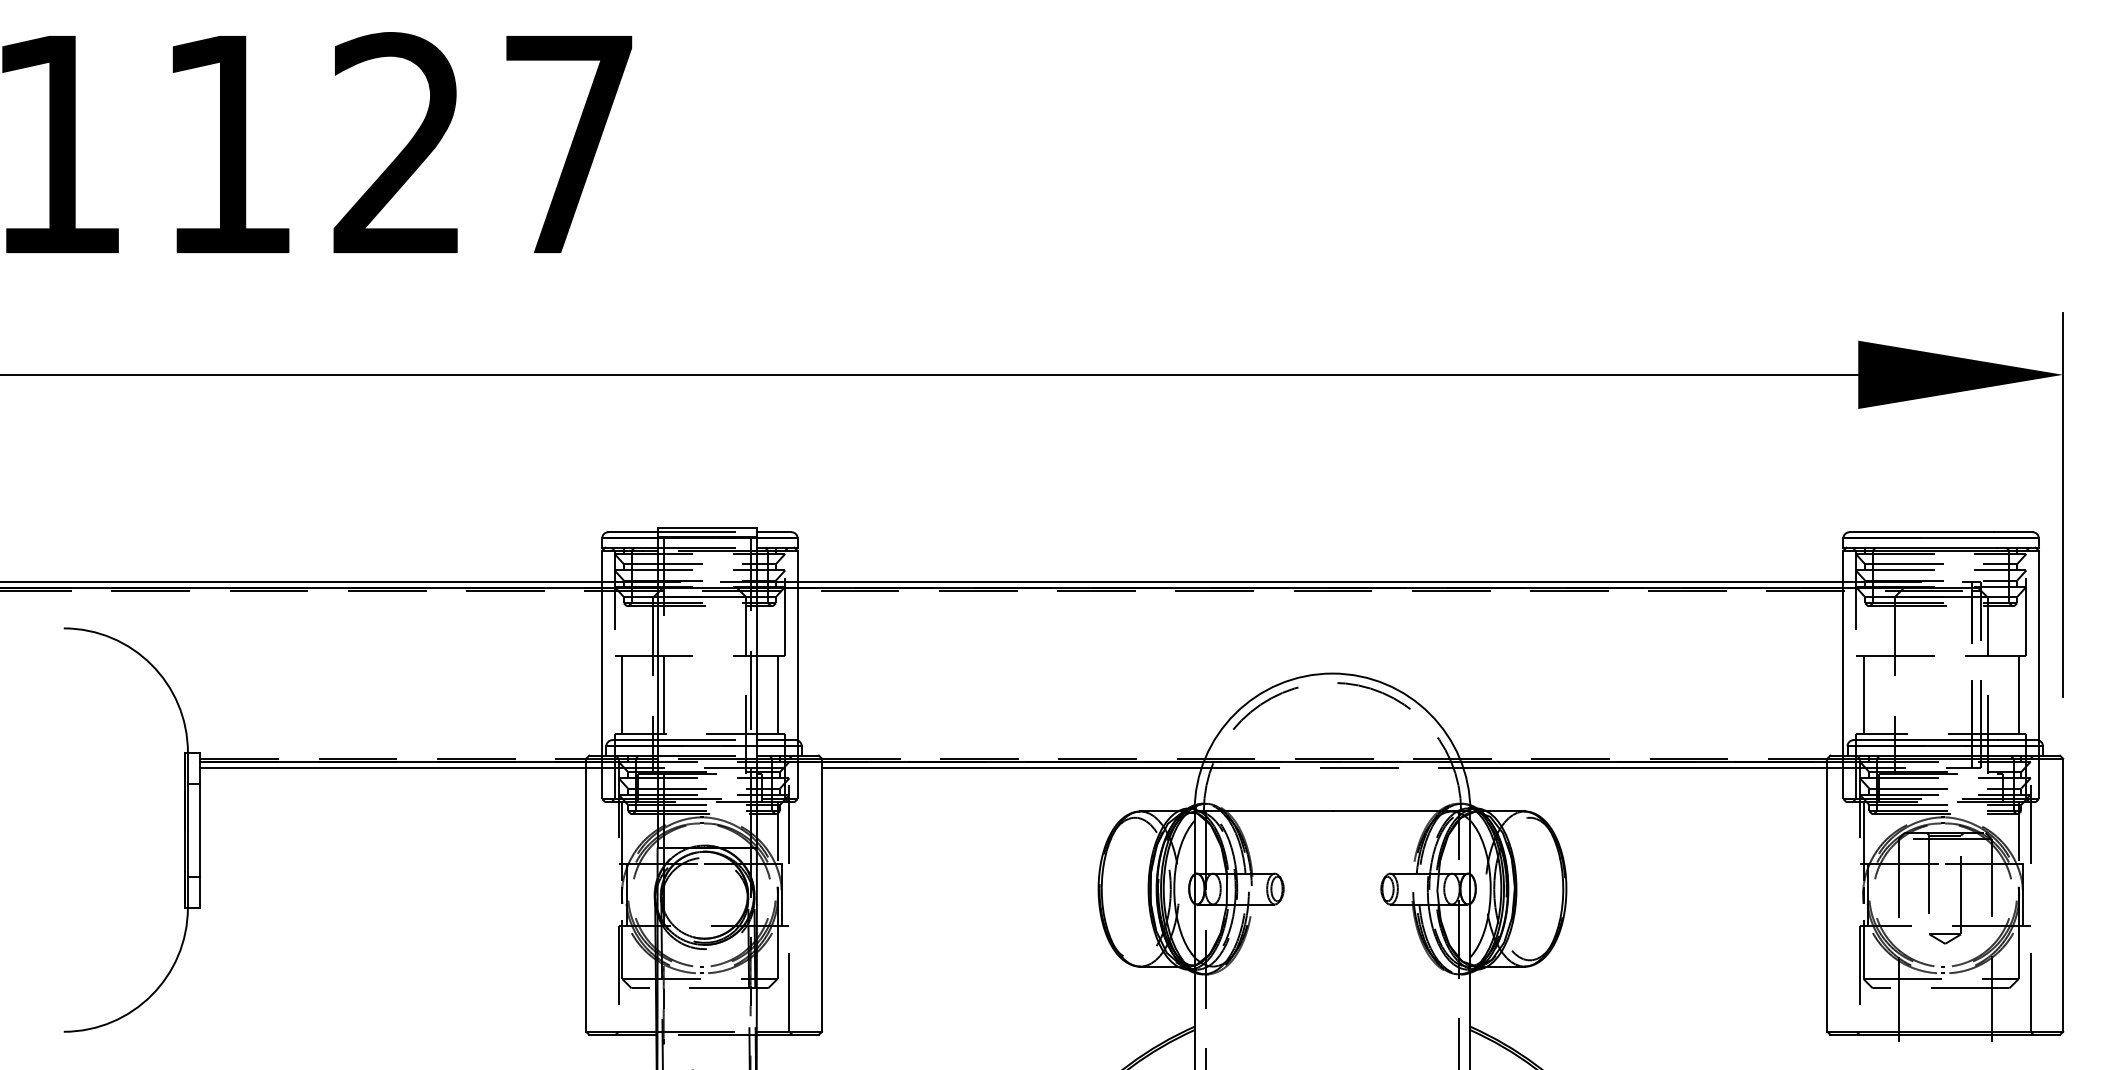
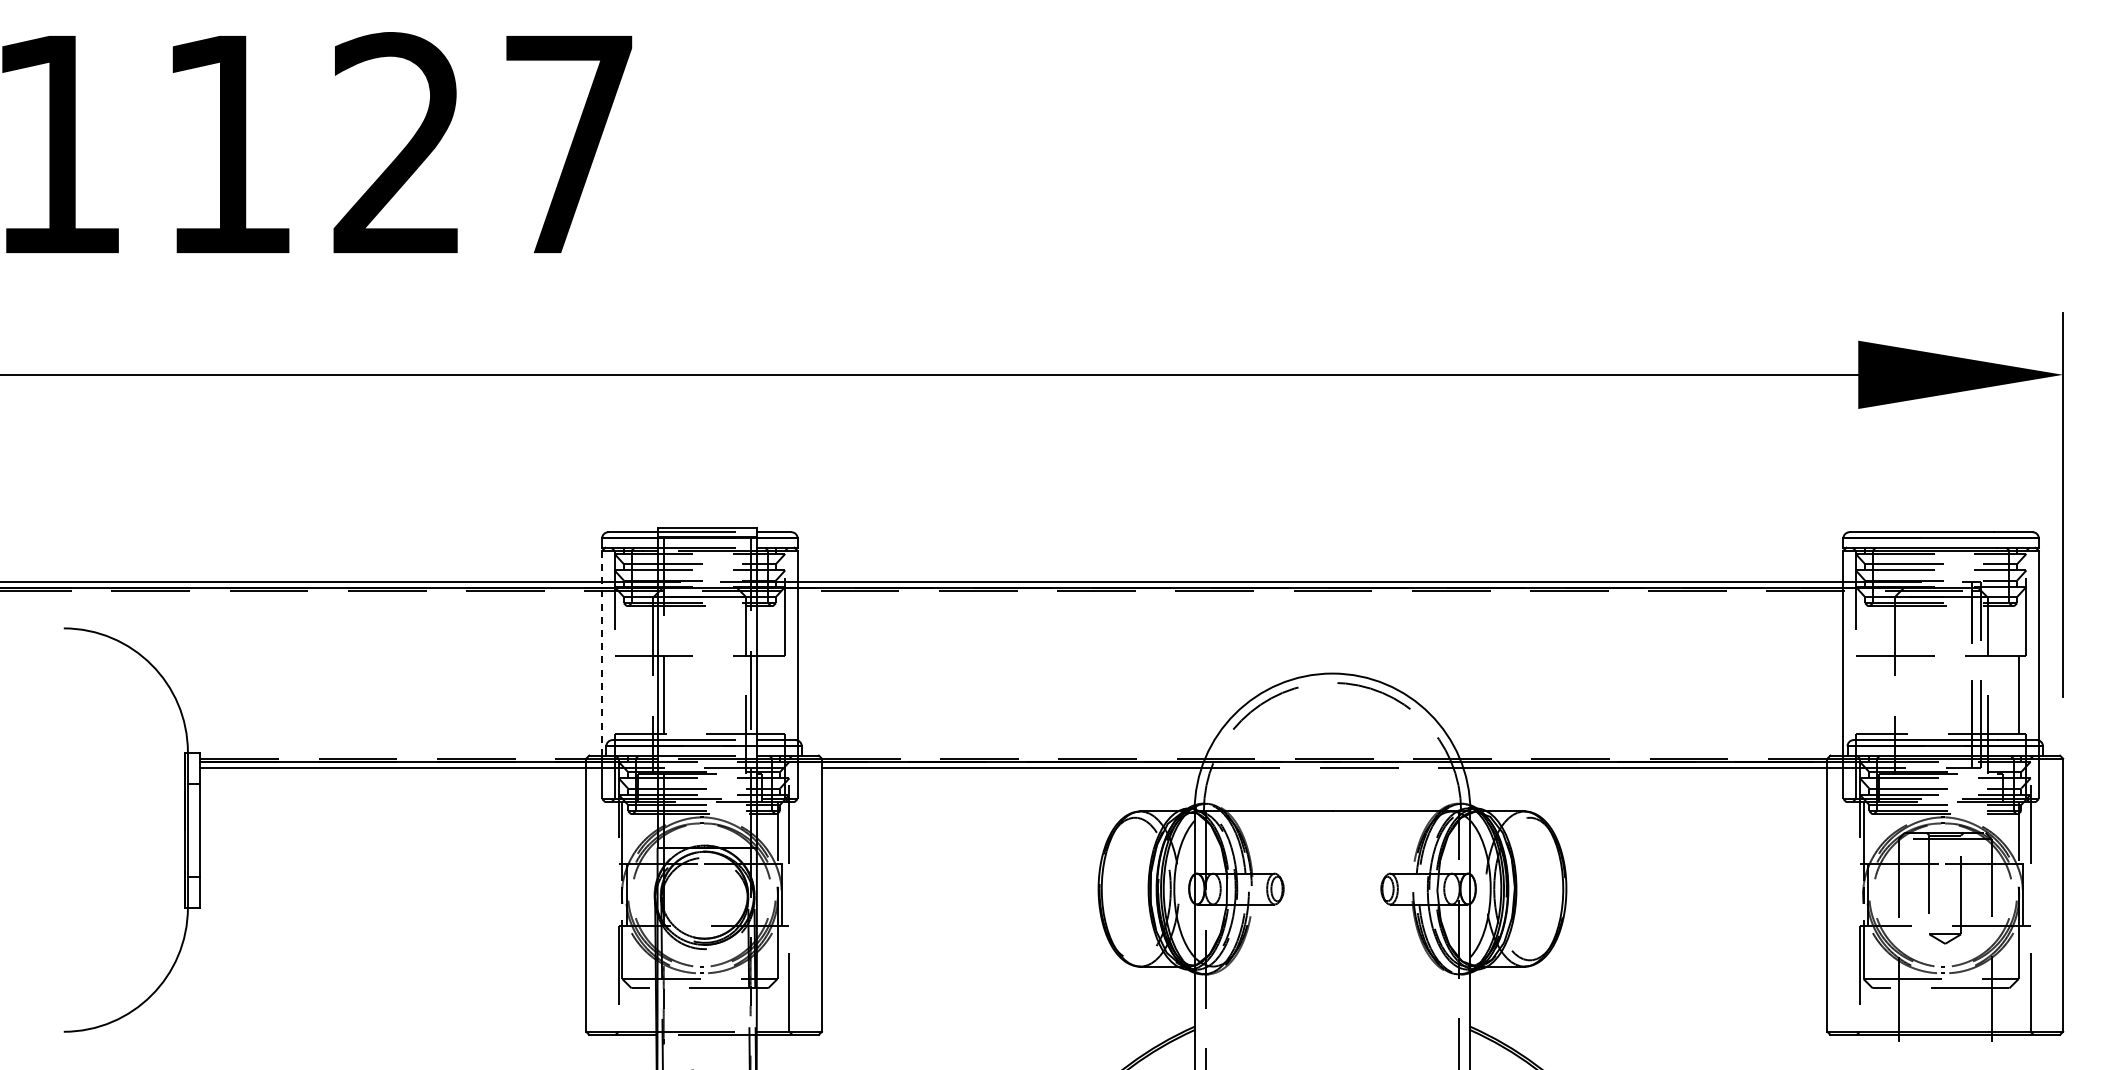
line at (602, 653): solid -> dashed
line at (622, 694): present -> none
line at (777, 694): present -> none
line at (1863, 694): present -> none
